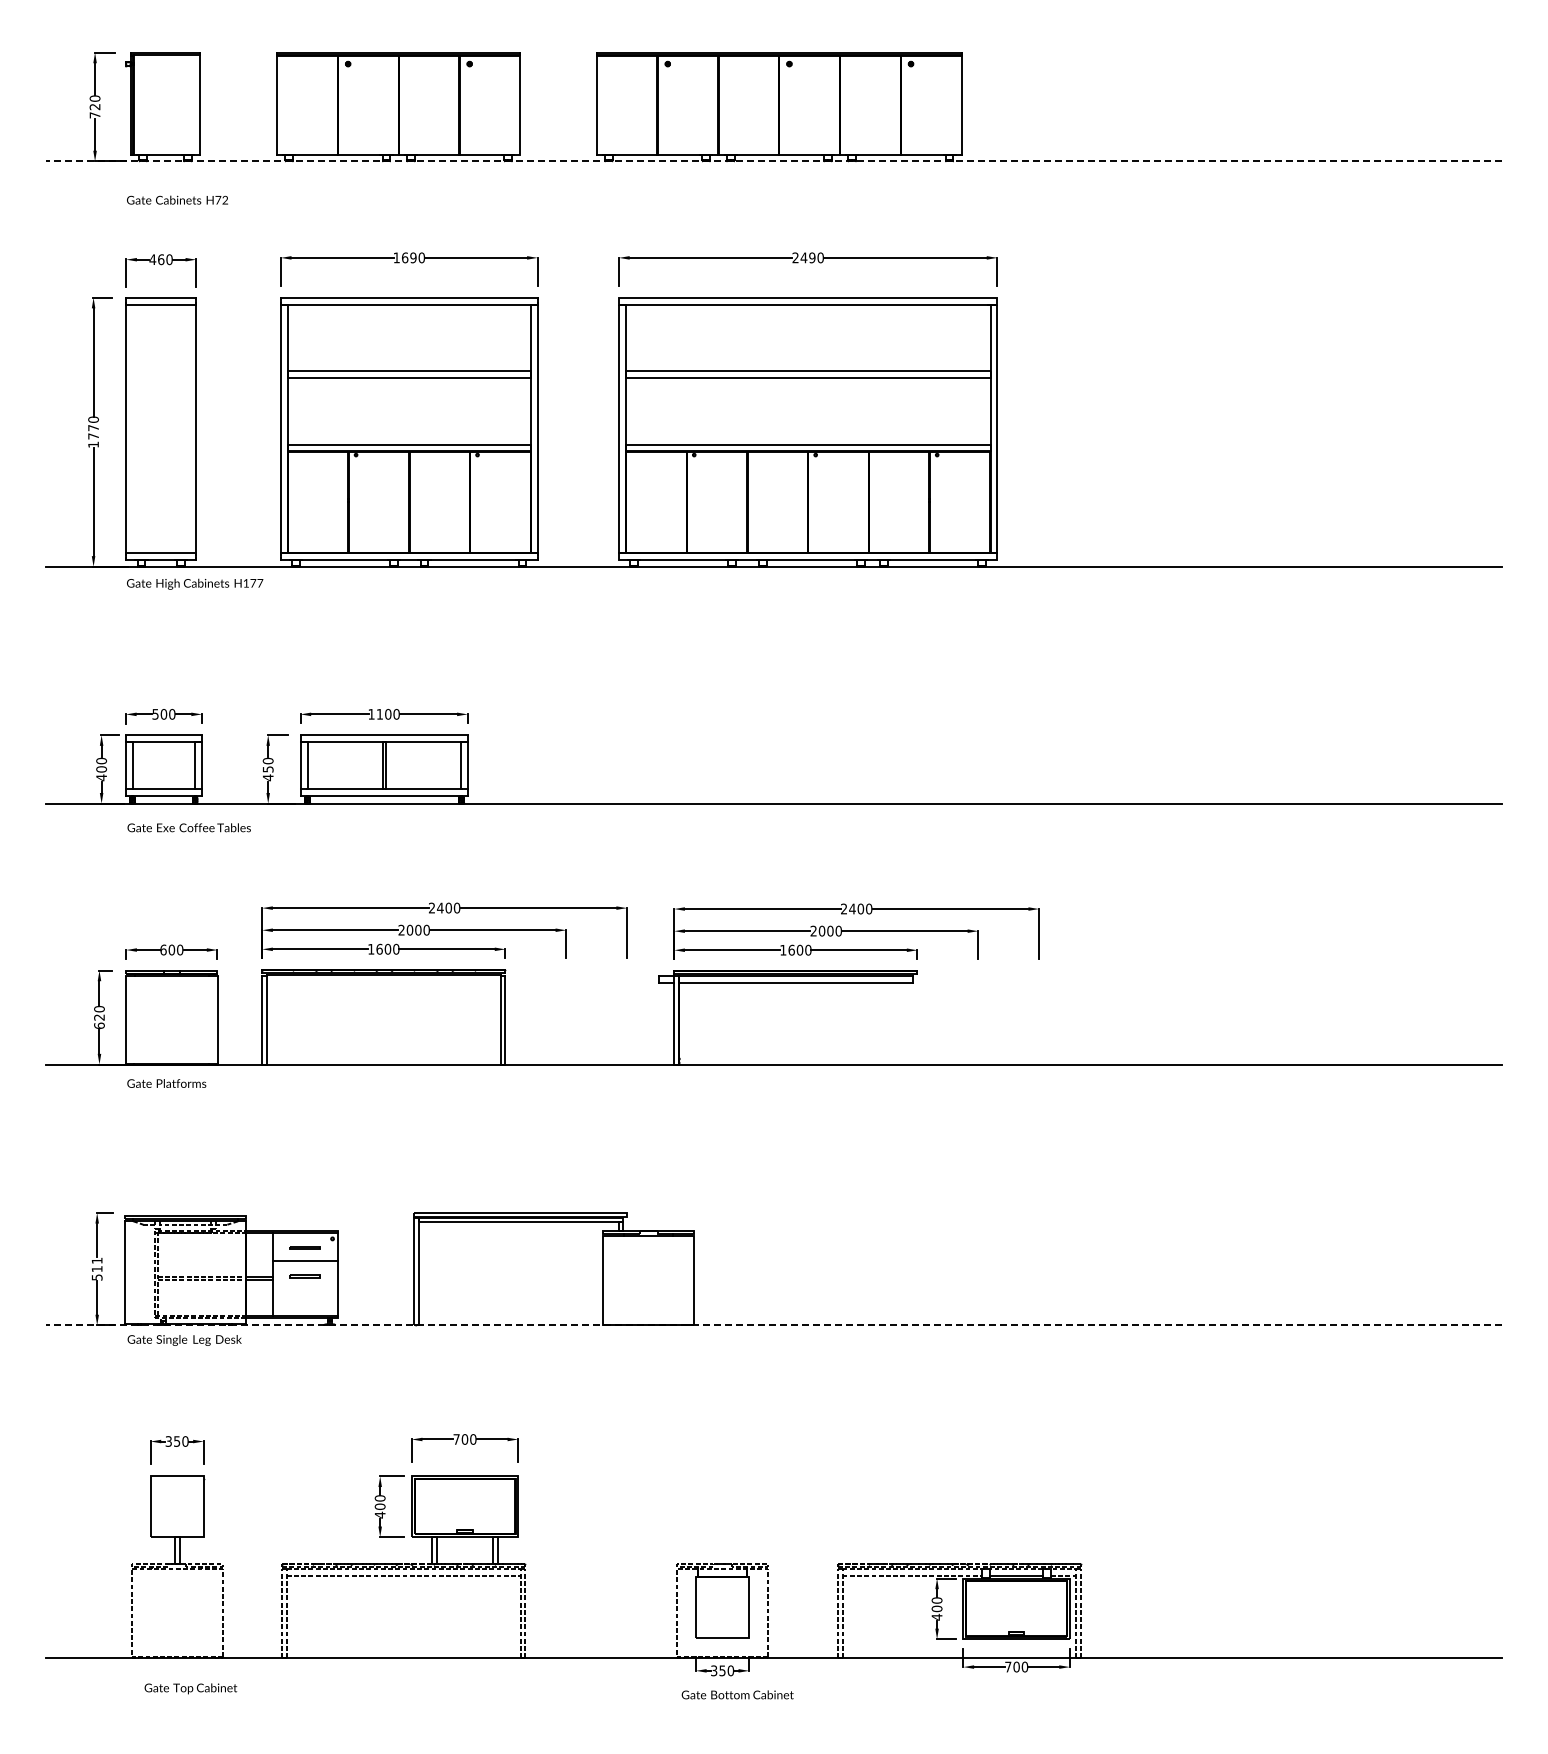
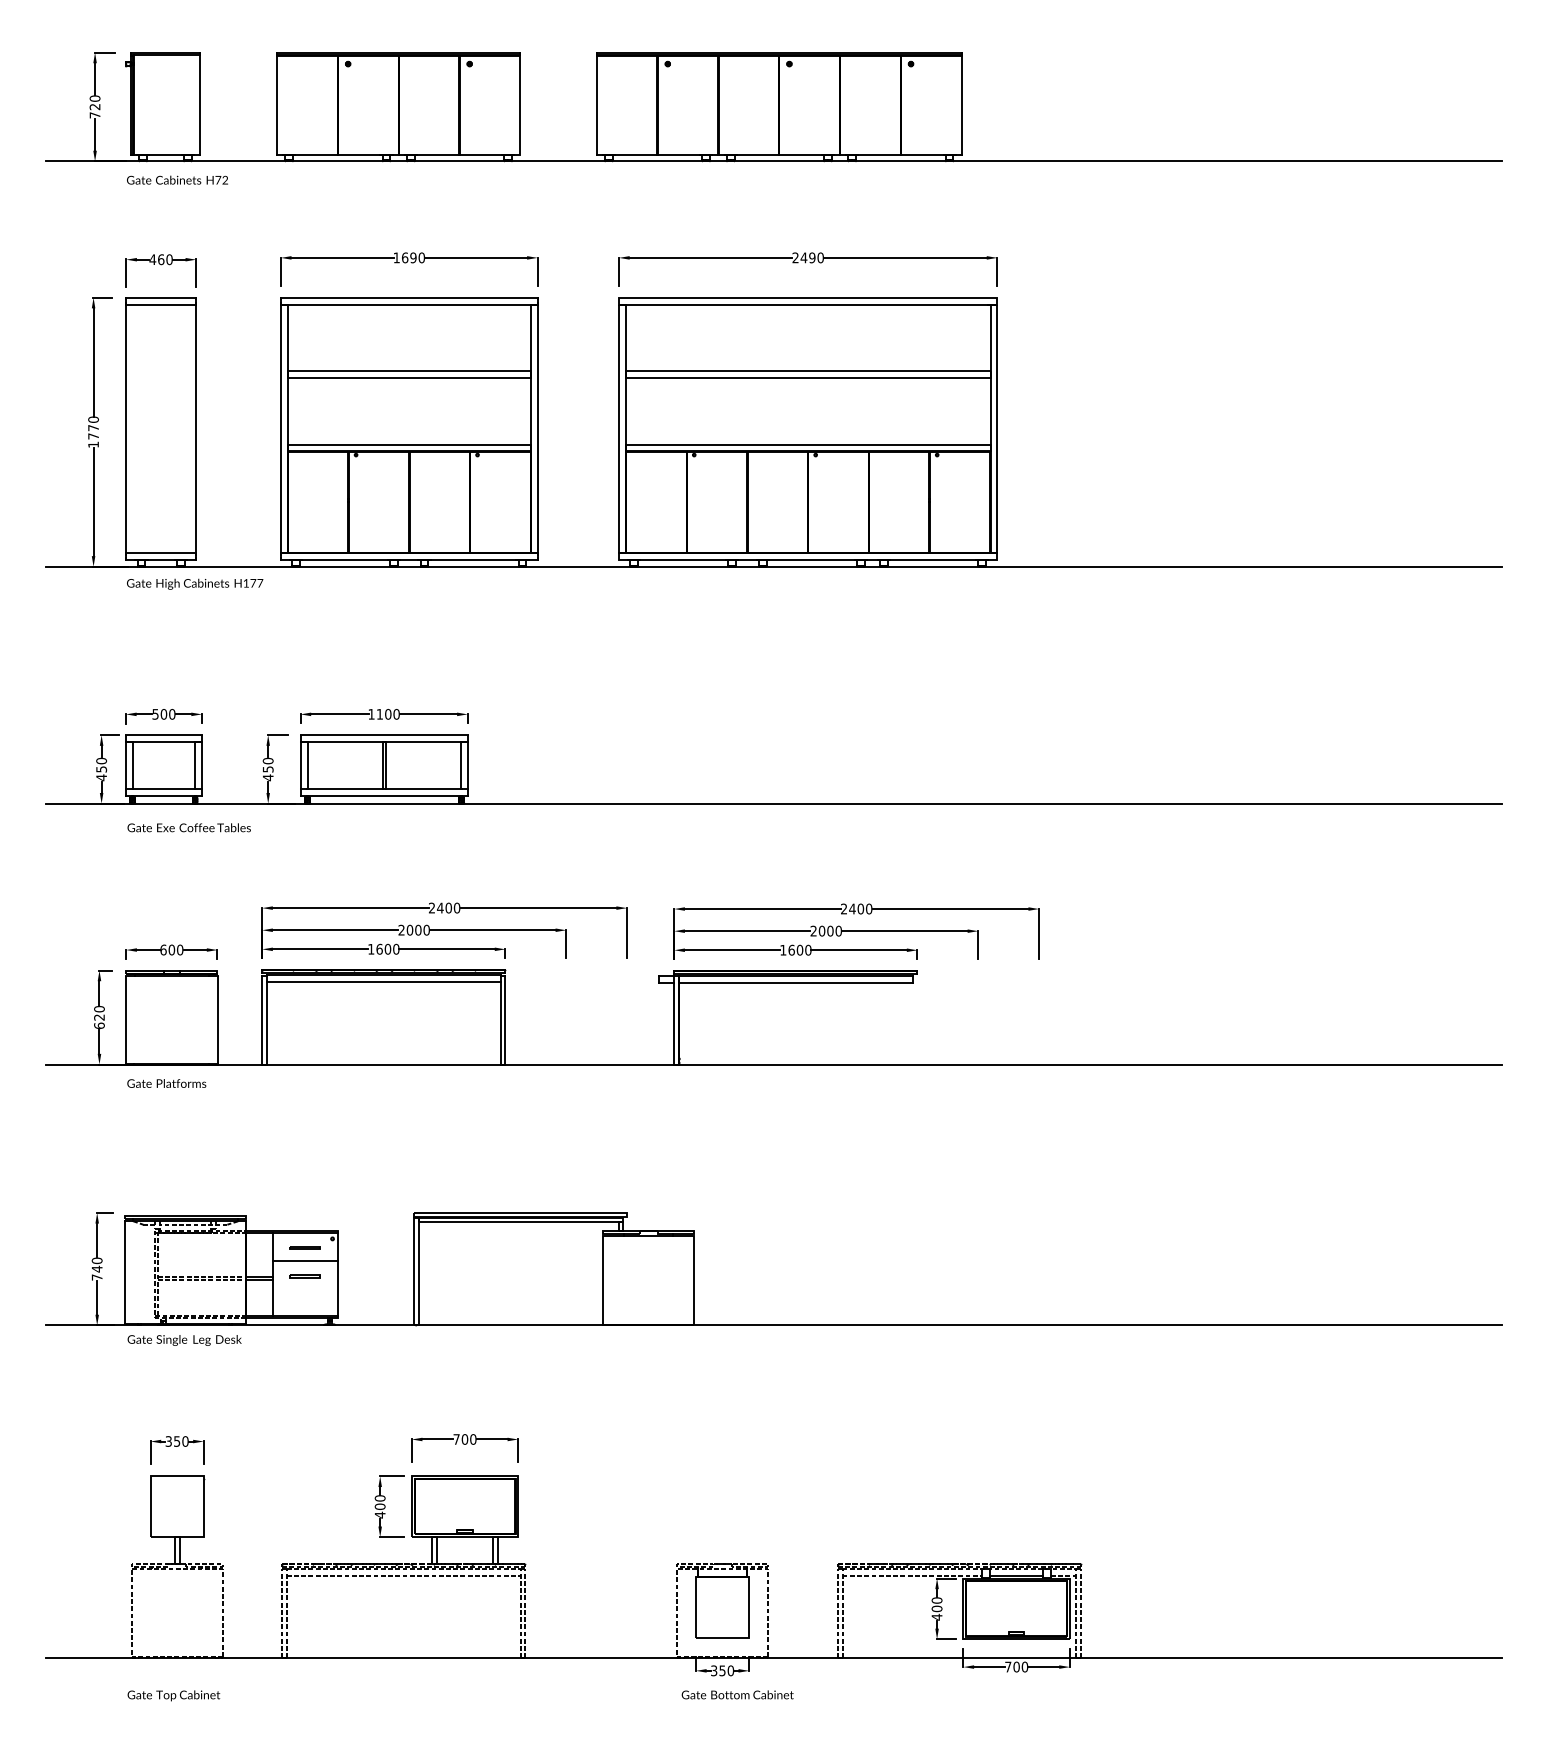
line at (774, 161): dashed -> solid
text at (177, 199) position: (177, 199) -> (177, 179)
text at (101, 769): 400 -> 450
line at (383, 982): none -> present
text at (96, 1268): 511 -> 740
line at (774, 1325): dashed -> solid
text at (190, 1688) position: (190, 1688) -> (173, 1695)
